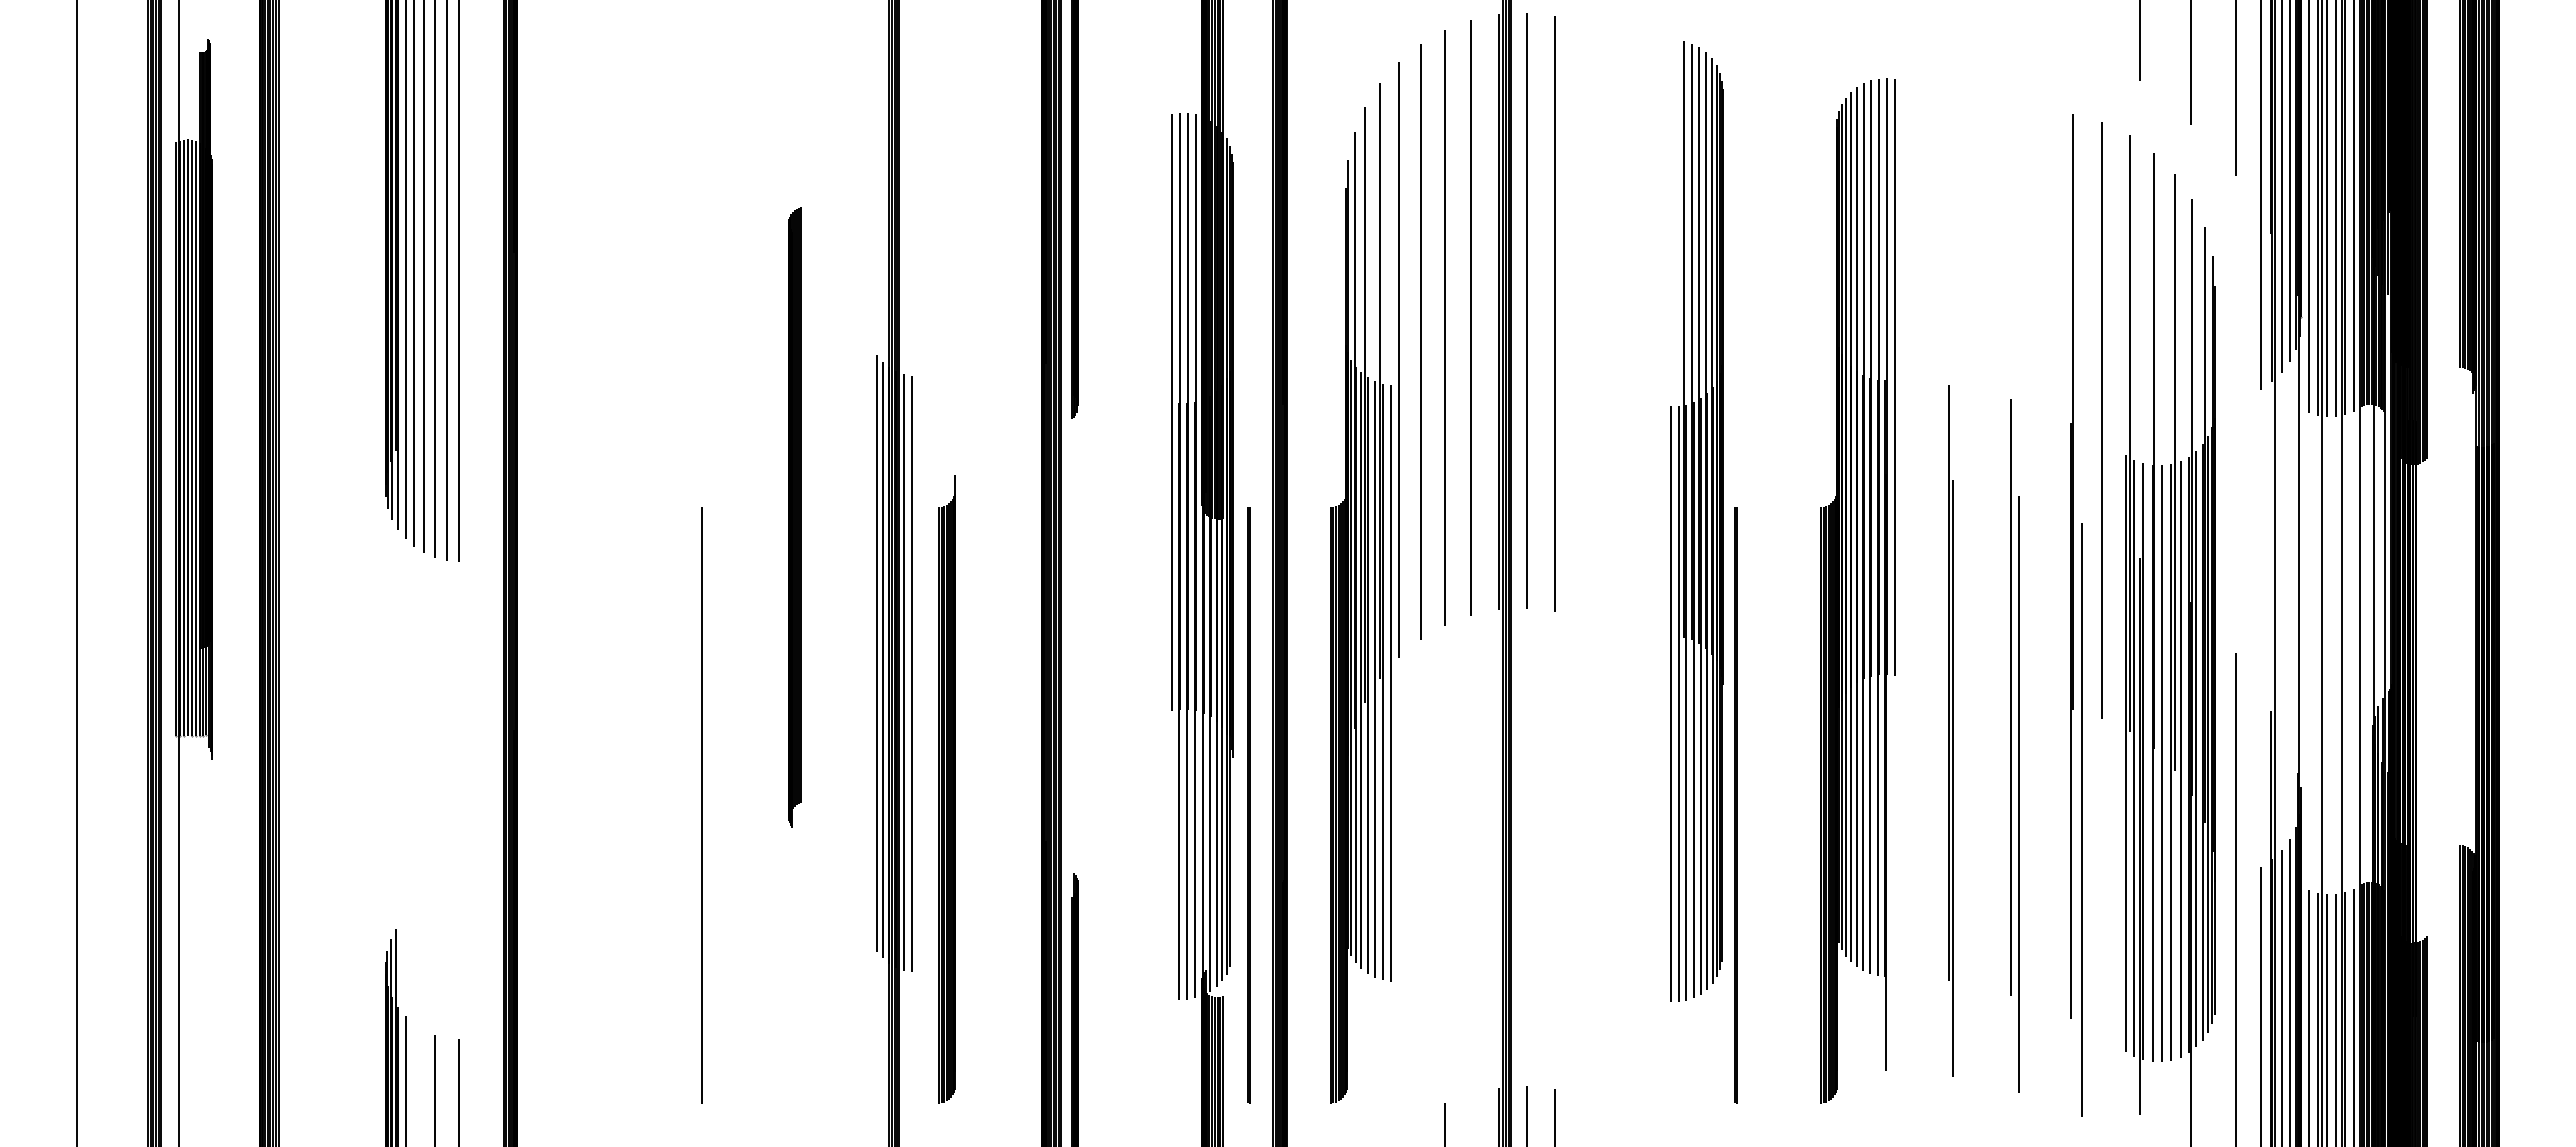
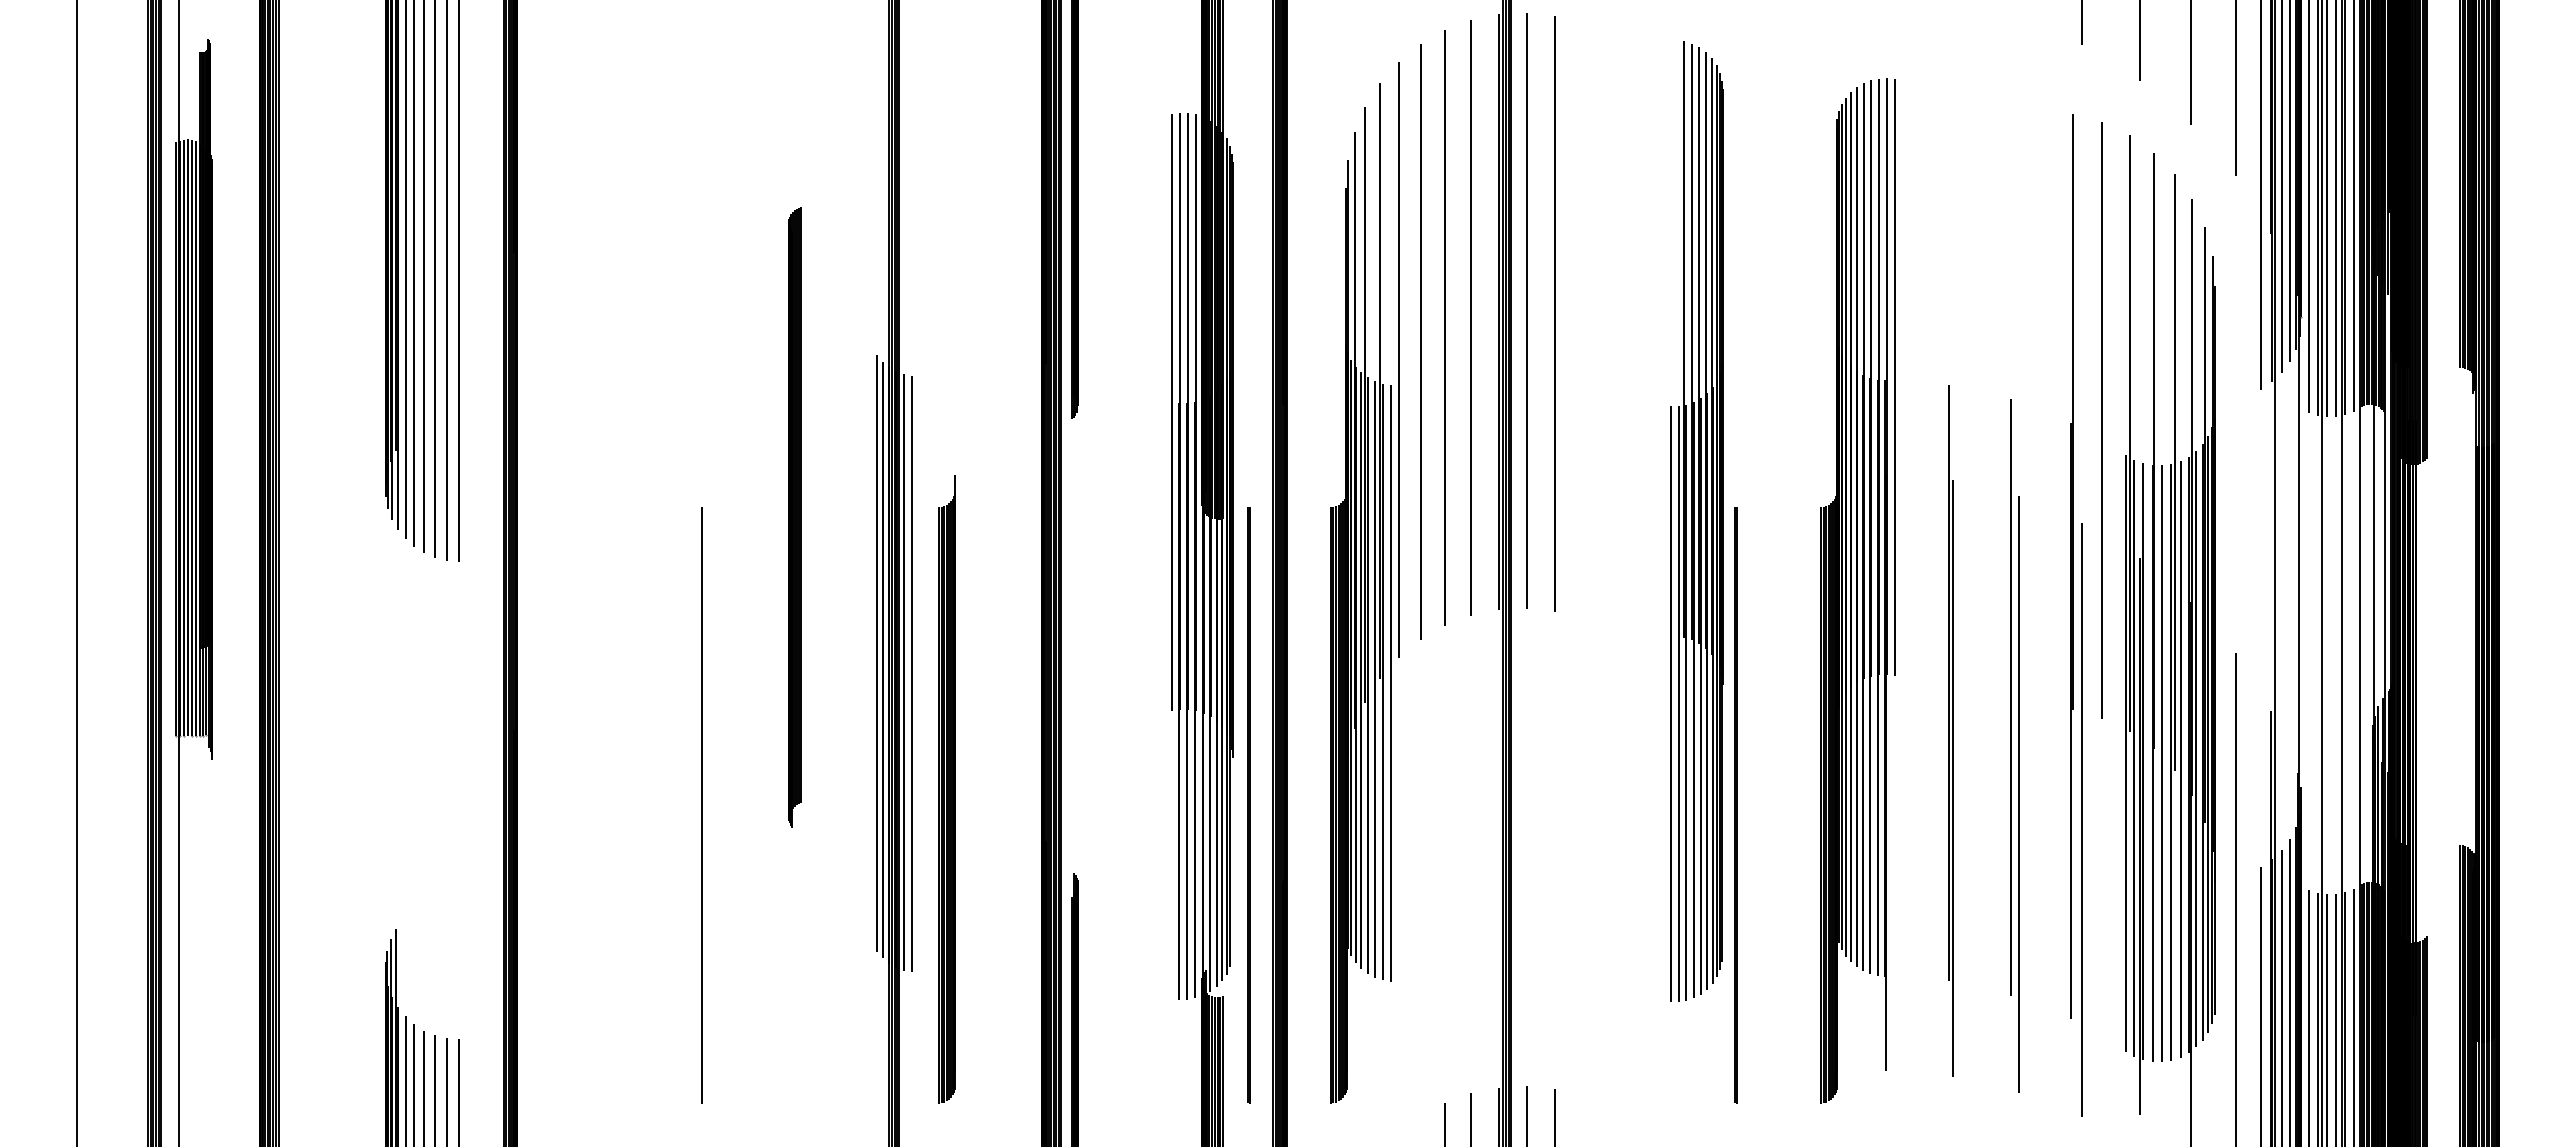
line at (2081, 23): none -> present
line at (414, 1083): none -> present
line at (424, 1086): none -> present
line at (446, 1090): none -> present
line at (1471, 1118): none -> present
